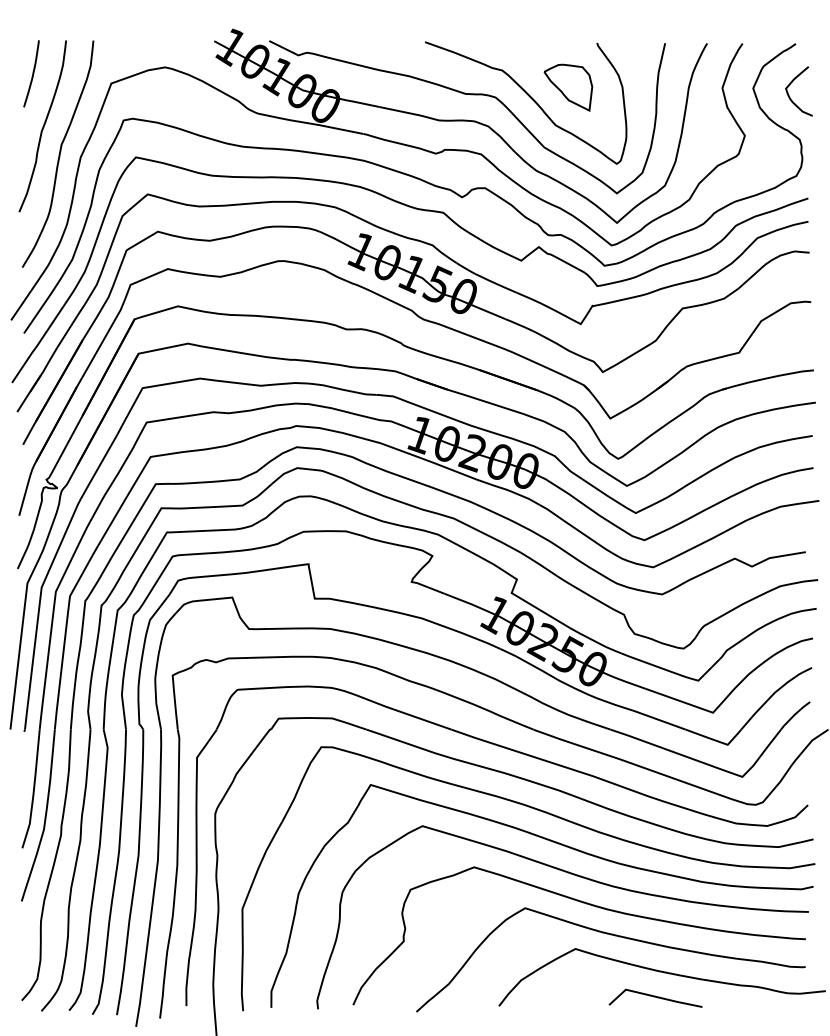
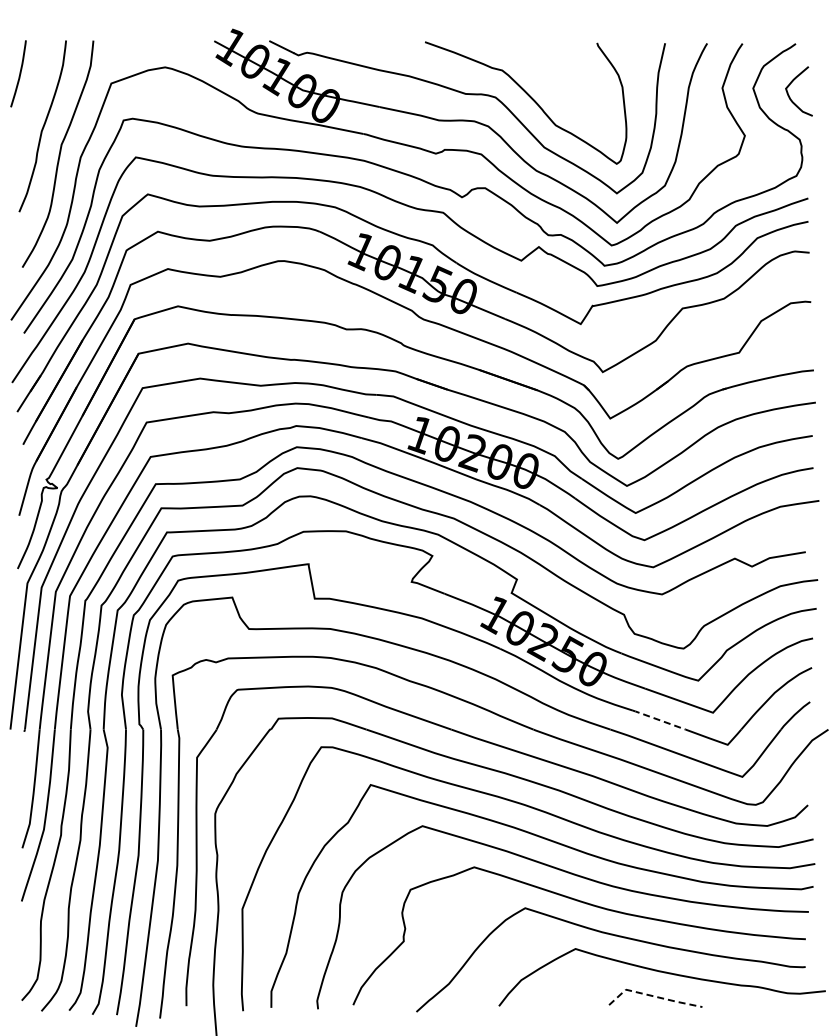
curve at (32, 73) position: (32, 73) -> (19, 73)
part at (568, 87): present -> none
line at (658, 719): solid -> dashed
line at (652, 996): solid -> dashed
